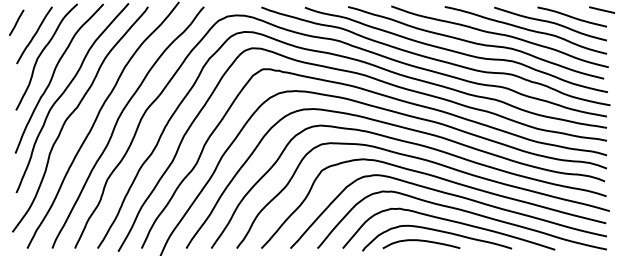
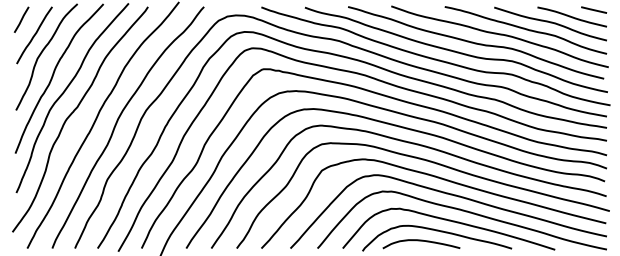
line at (602, 9) position: (602, 9) -> (594, 9)
line at (16, 22) position: (16, 22) -> (21, 19)
